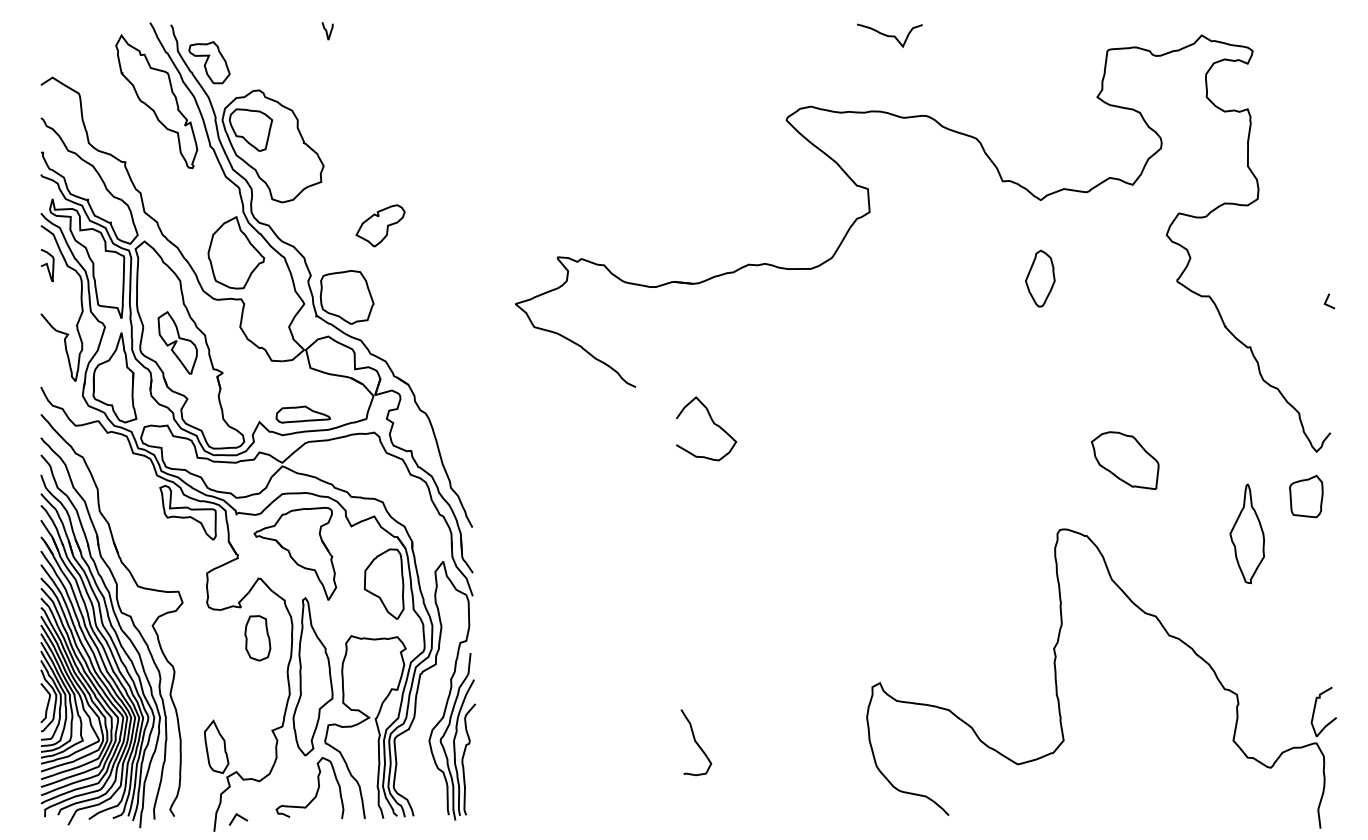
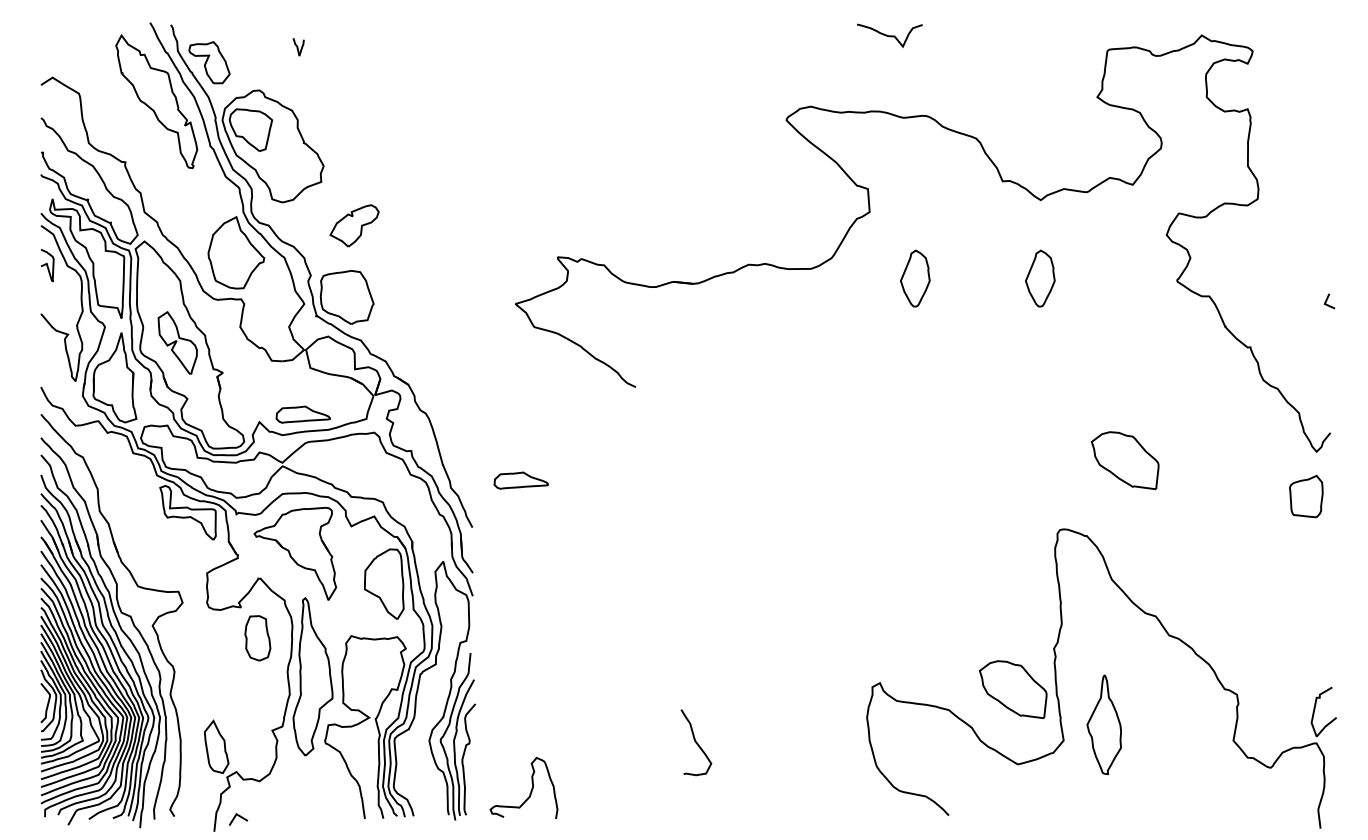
curve at (327, 31) position: (327, 31) -> (298, 47)
part at (380, 225) position: (380, 225) -> (354, 225)
part at (915, 278): none -> present
curve at (713, 424): present -> none
part at (520, 480): none -> present
part at (1246, 533) position: (1246, 533) -> (1103, 724)
part at (1012, 689): none -> present
curve at (316, 790) position: (316, 790) -> (530, 790)
